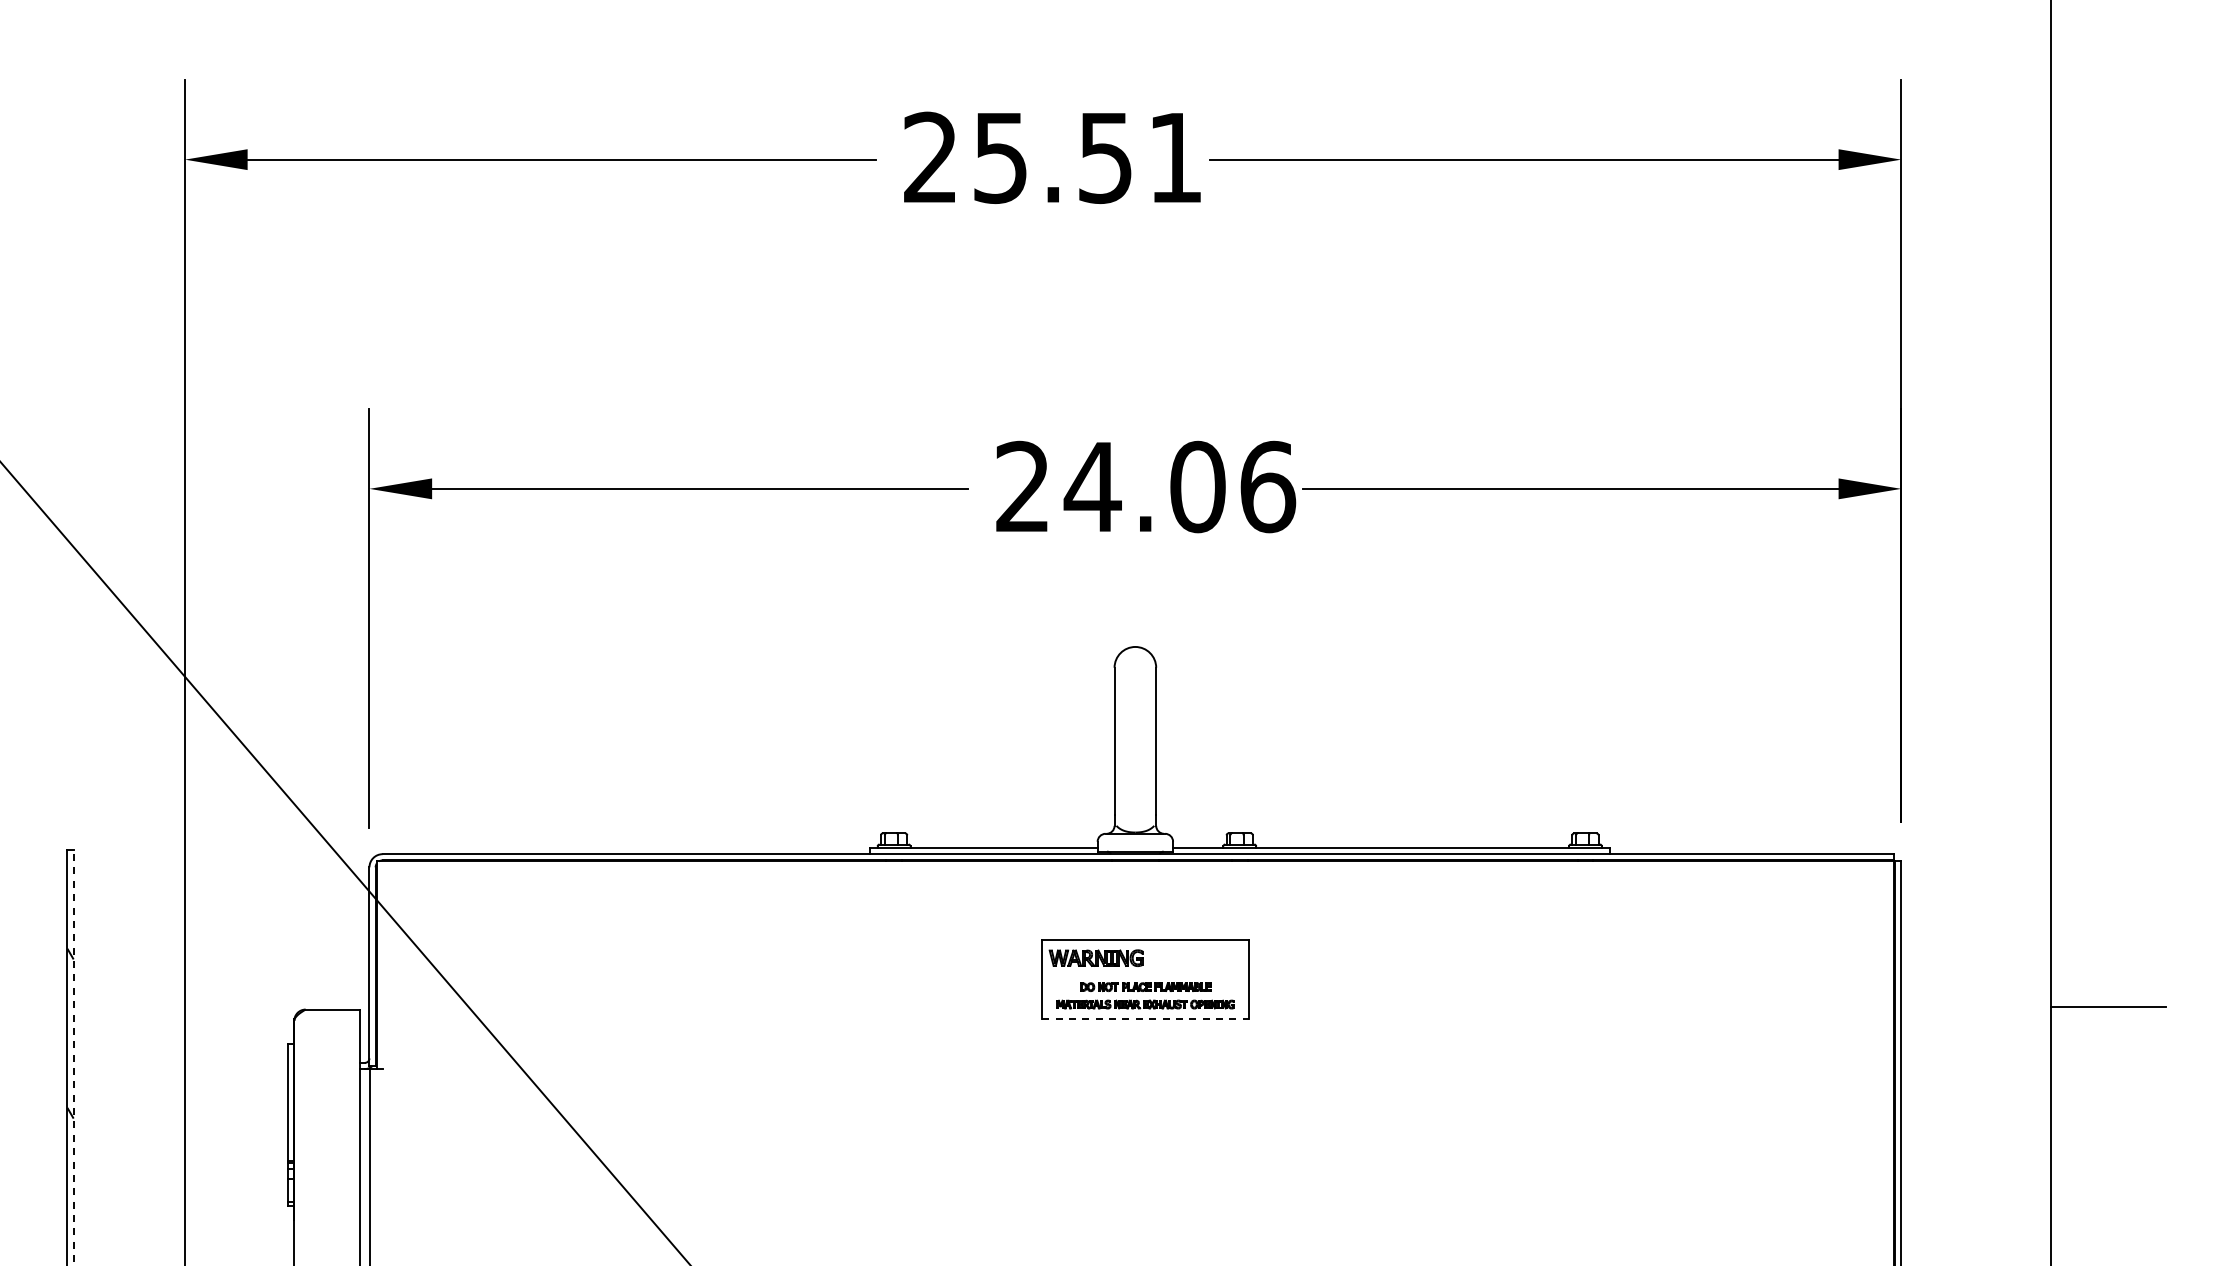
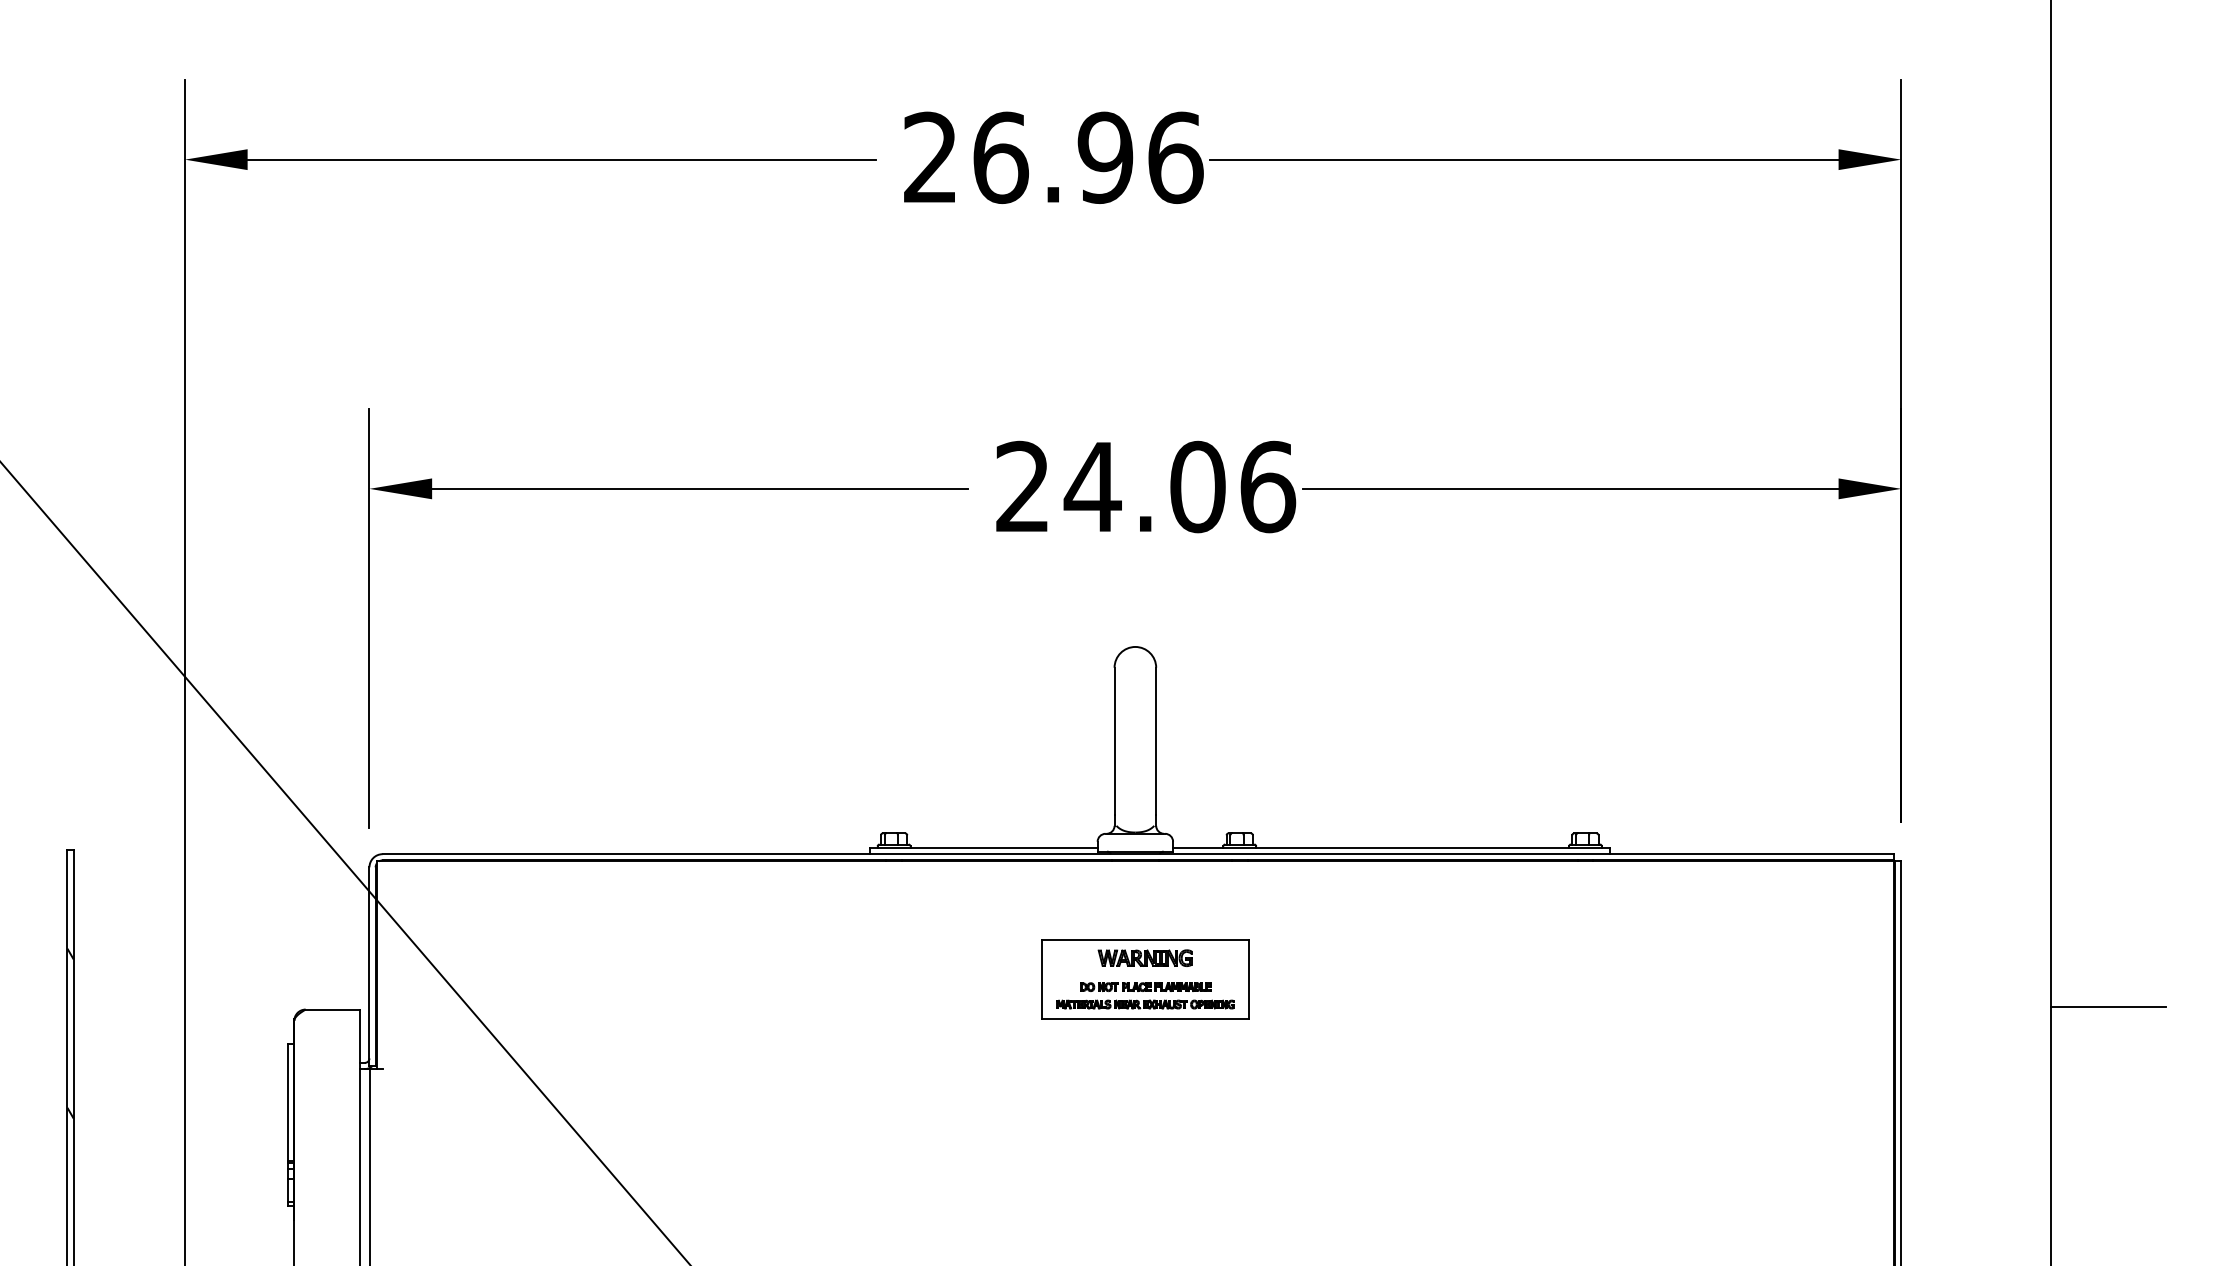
text at (1088, 157): 25.51 -> 26.96
part at (1095, 957) position: (1095, 957) -> (1144, 957)
line at (1146, 1019): dashed -> solid
line at (73, 1057): dashed -> solid
